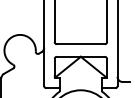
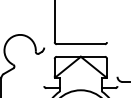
line at (107, 22): present -> none
line at (44, 44): present -> none
line at (117, 44): present -> none
